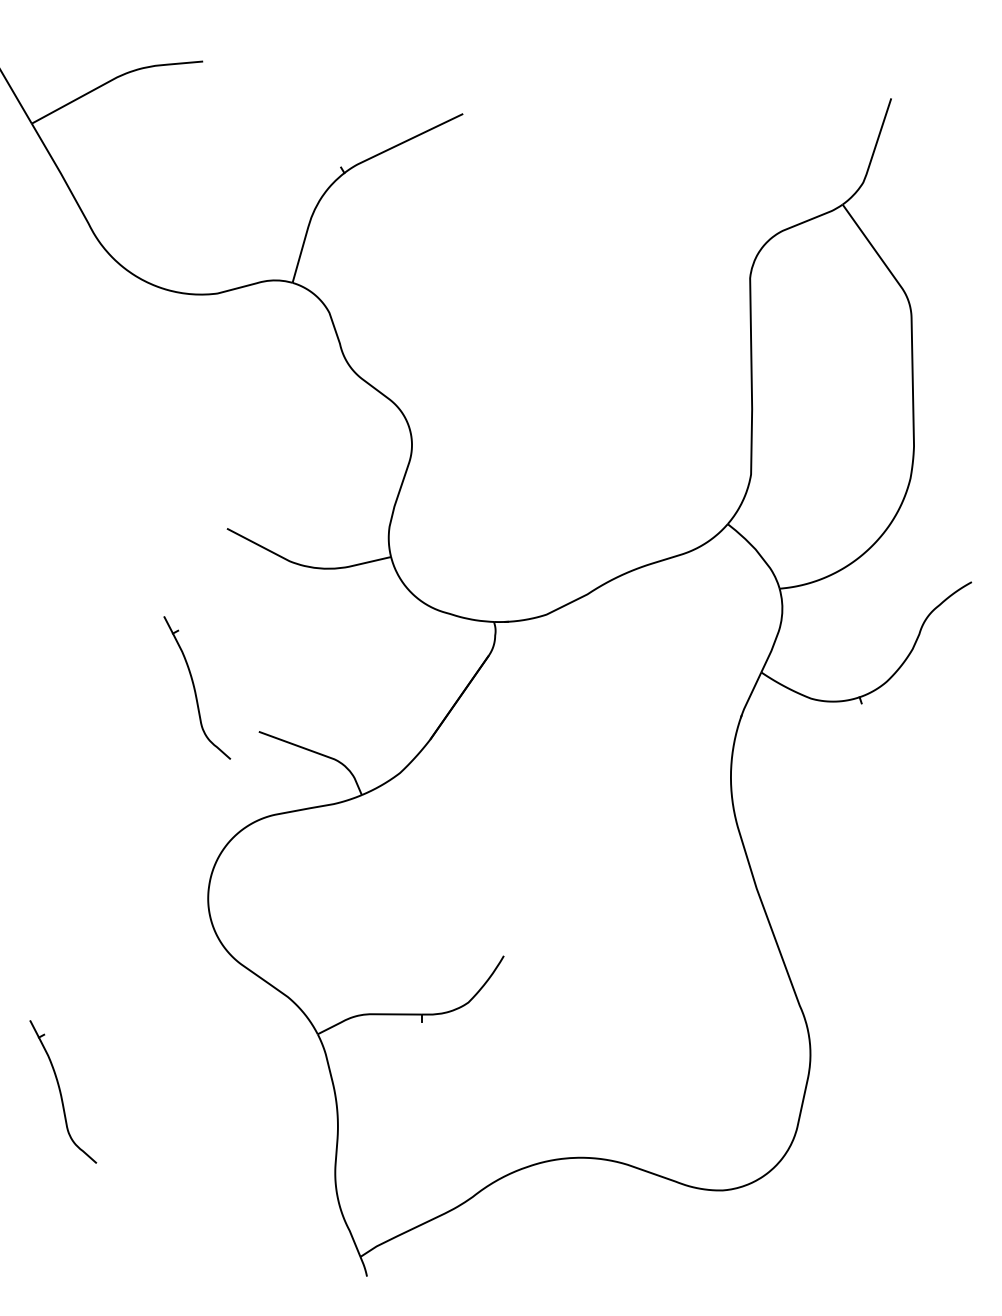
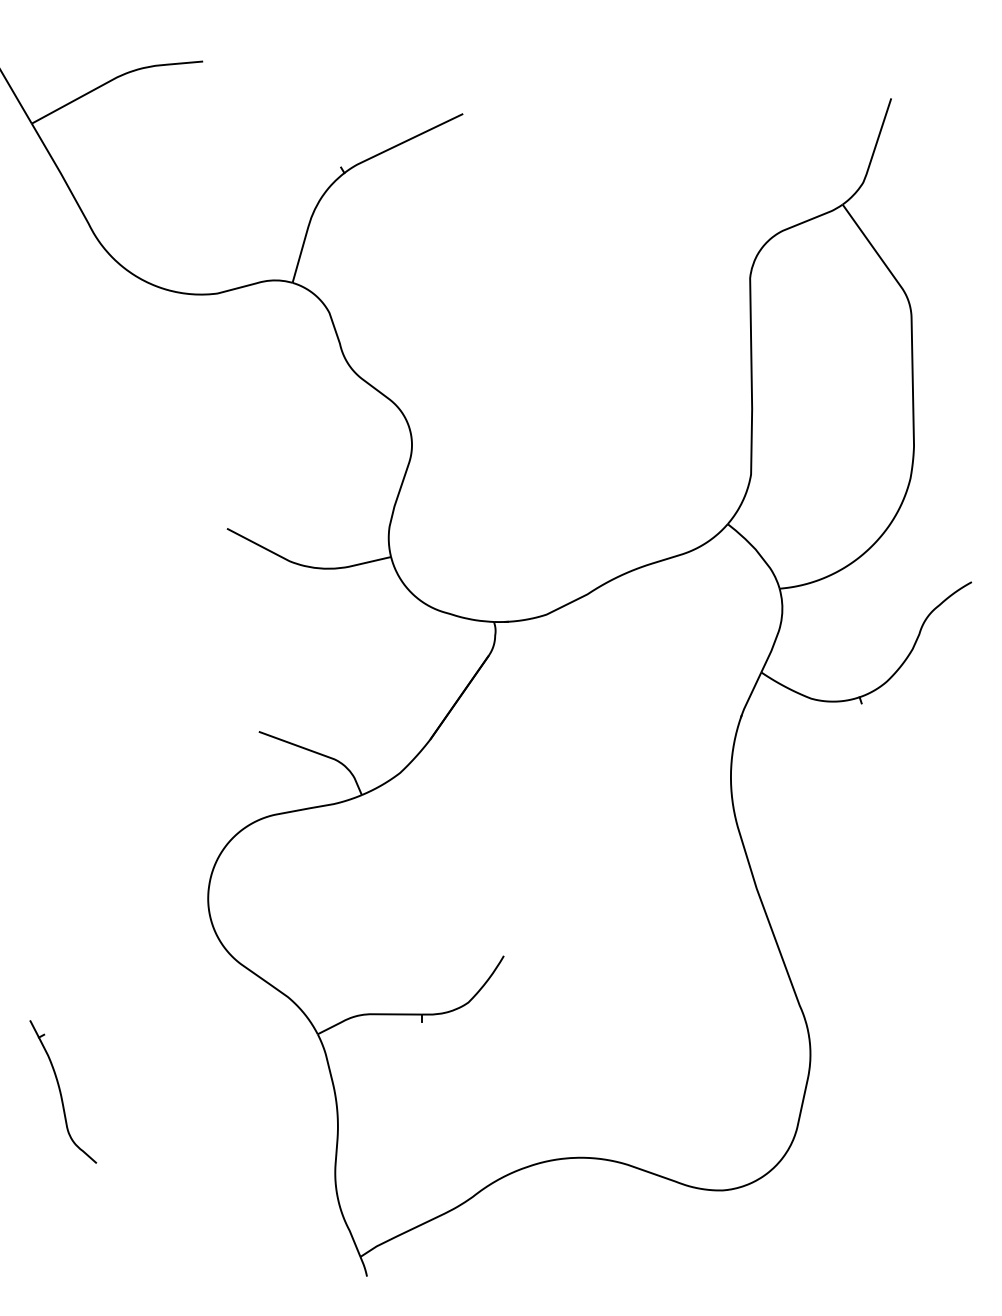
part at (197, 687): present -> none
